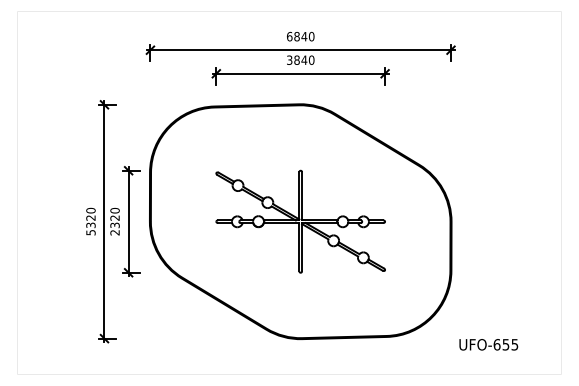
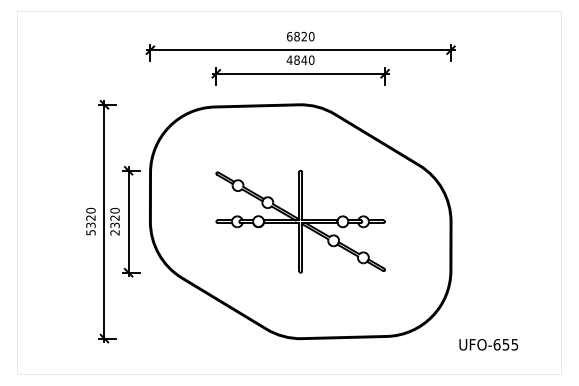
text at (304, 36): 6840 -> 6820
text at (289, 59): 3840 -> 4840
